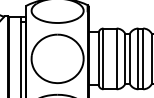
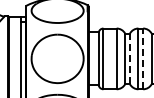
line at (129, 58): solid -> dashed
line at (143, 58): solid -> dashed
